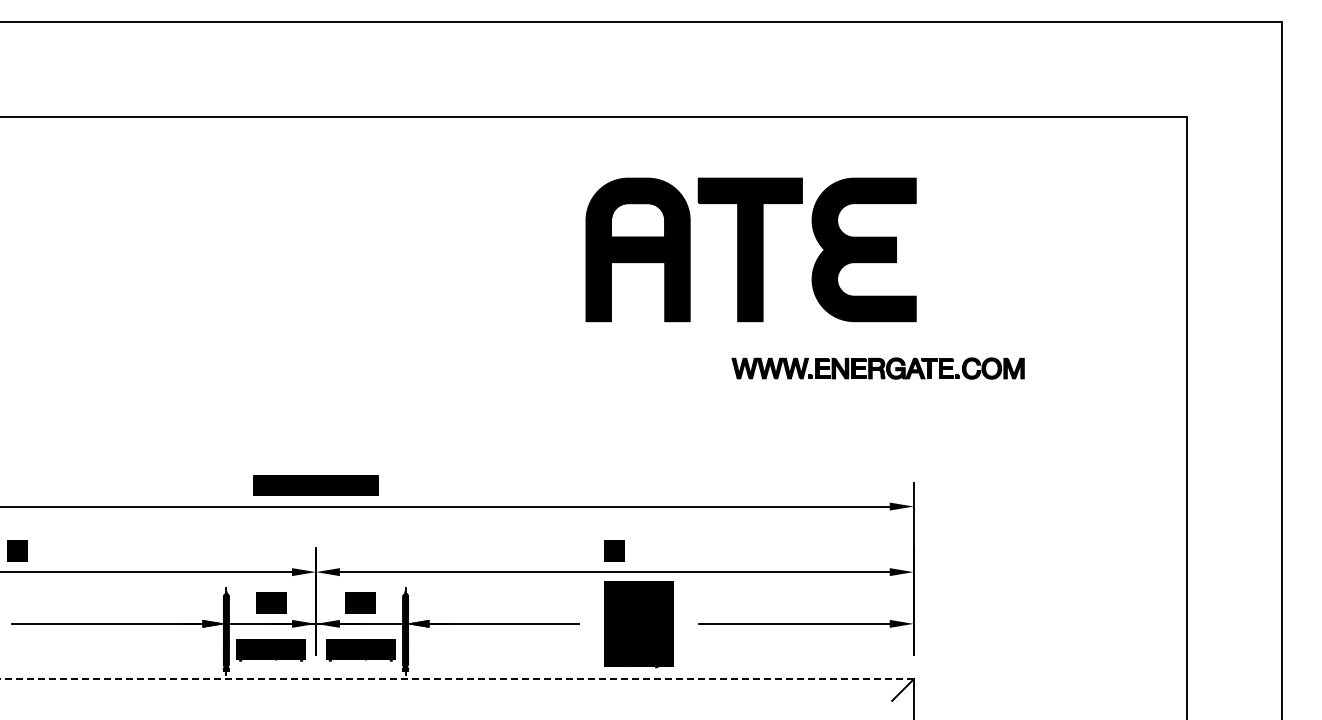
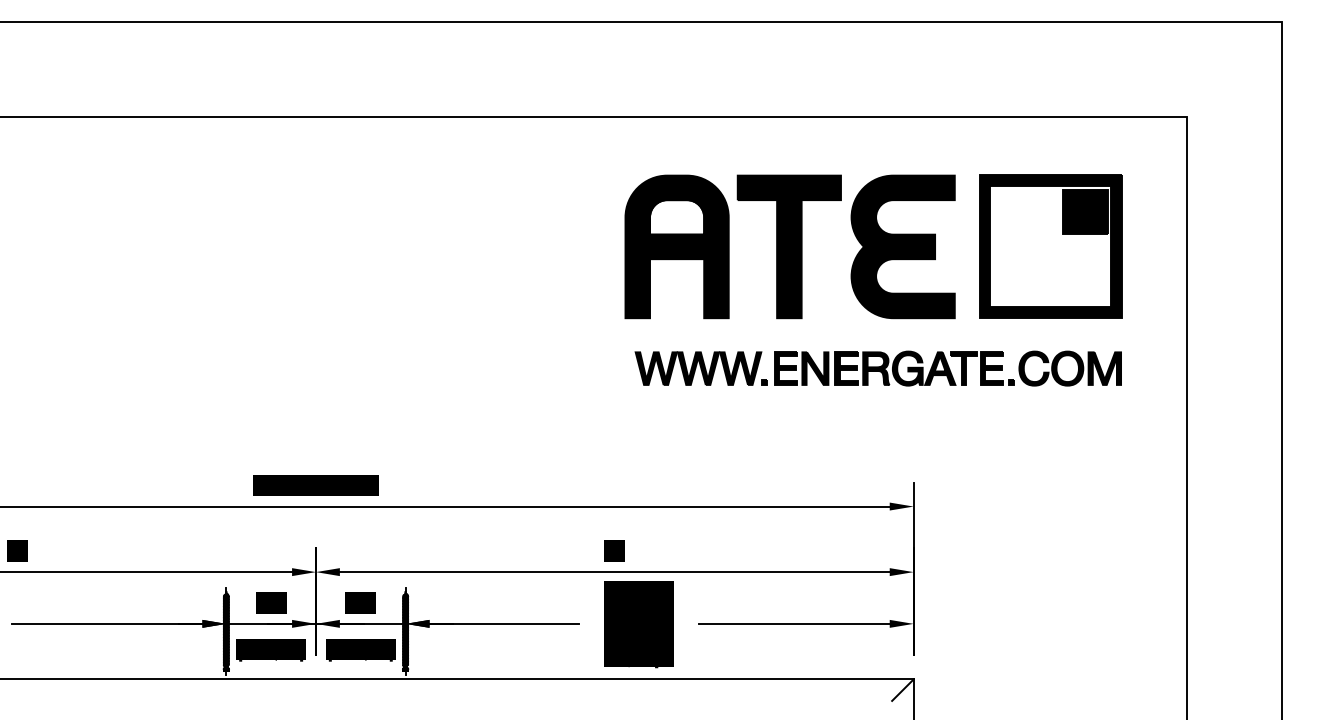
part at (1050, 246): none -> present
part at (750, 249) position: (750, 249) -> (789, 246)
part at (877, 368) size: 294x23 px -> 488x37 px
line at (456, 679): dashed -> solid
